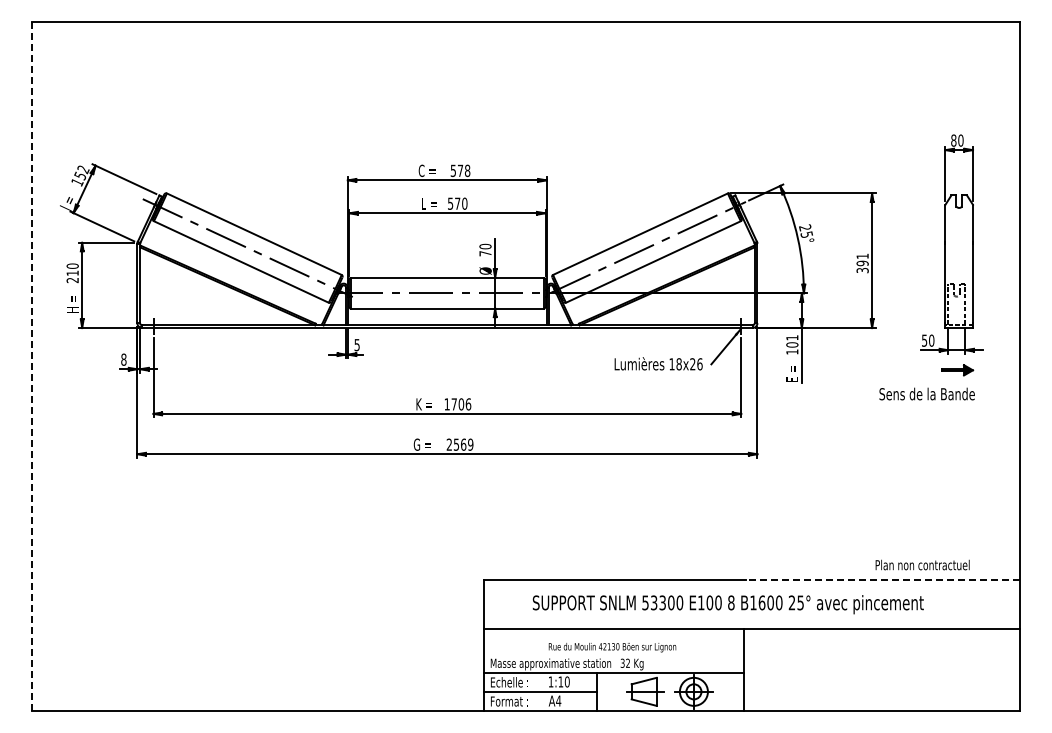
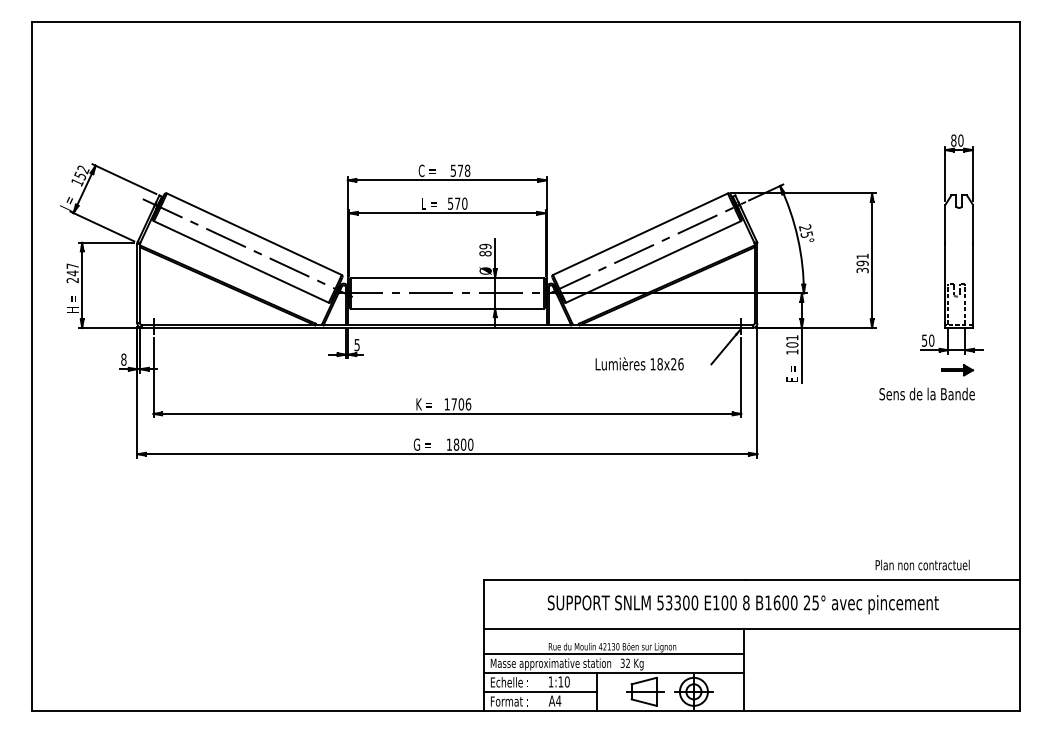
text at (485, 250): 70 -> 89
text at (72, 269): 210 -> 247
text at (658, 363) position: (658, 363) -> (639, 363)
line at (31, 366): dashed -> solid
text at (459, 444): 2569 -> 1800
line at (882, 580): dashed -> solid
text at (727, 604) position: (727, 604) -> (742, 604)
line at (613, 654): none -> present
